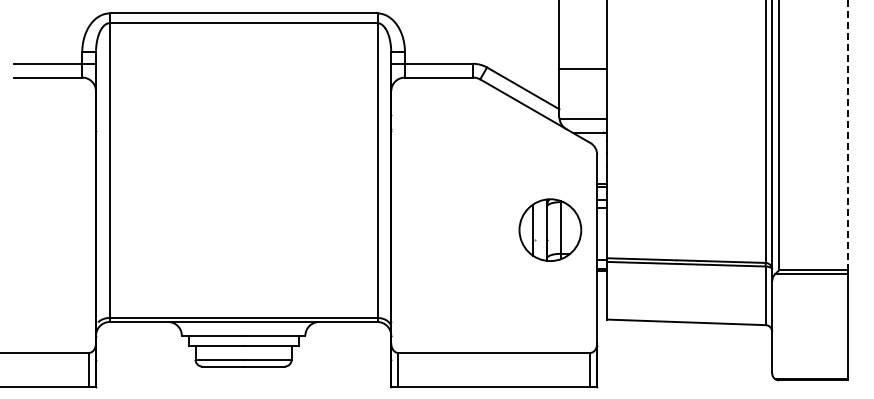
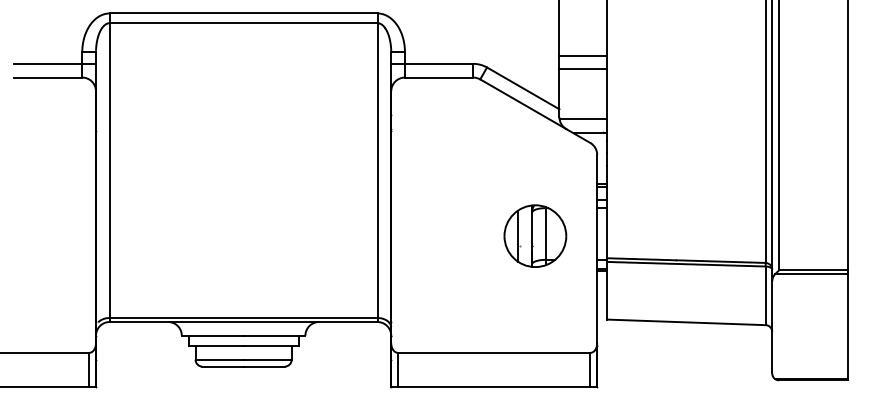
line at (583, 56): none -> present
line at (847, 135): dashed -> solid
part at (550, 229) position: (550, 229) -> (535, 235)
